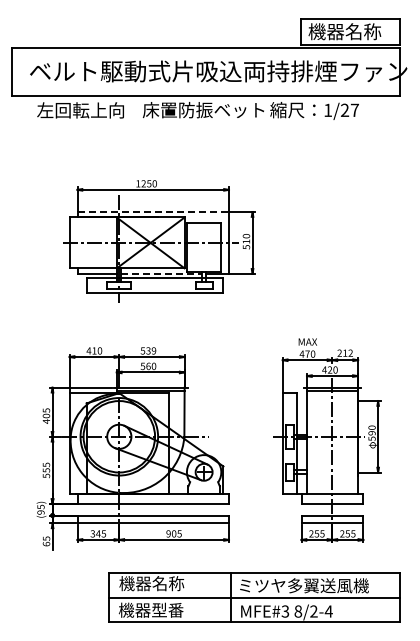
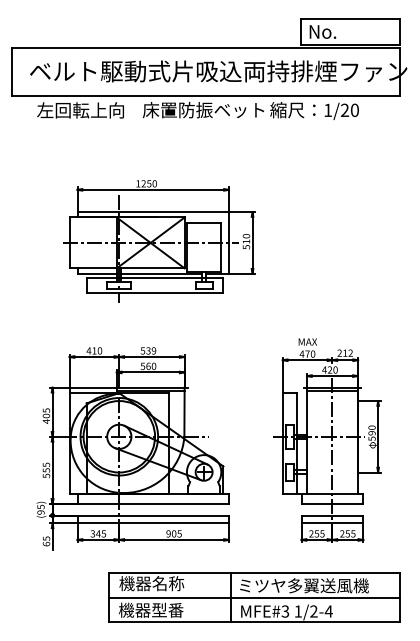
text at (344, 31): 機器名称 -> No.
text at (354, 110): 1/27 -> 1/20
line at (153, 212): dashed -> solid
line at (162, 273): dashed -> solid
text at (298, 611): 8/2-4 -> 1/2-4
